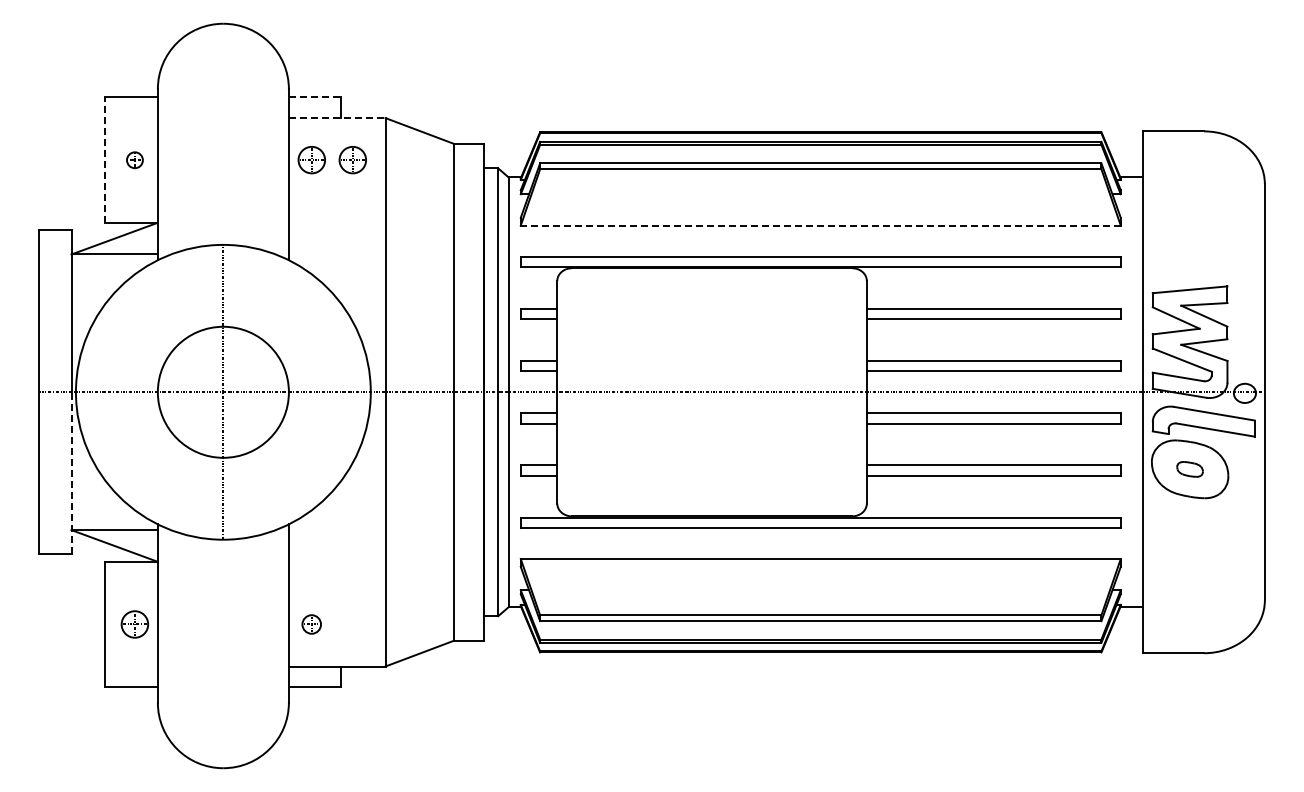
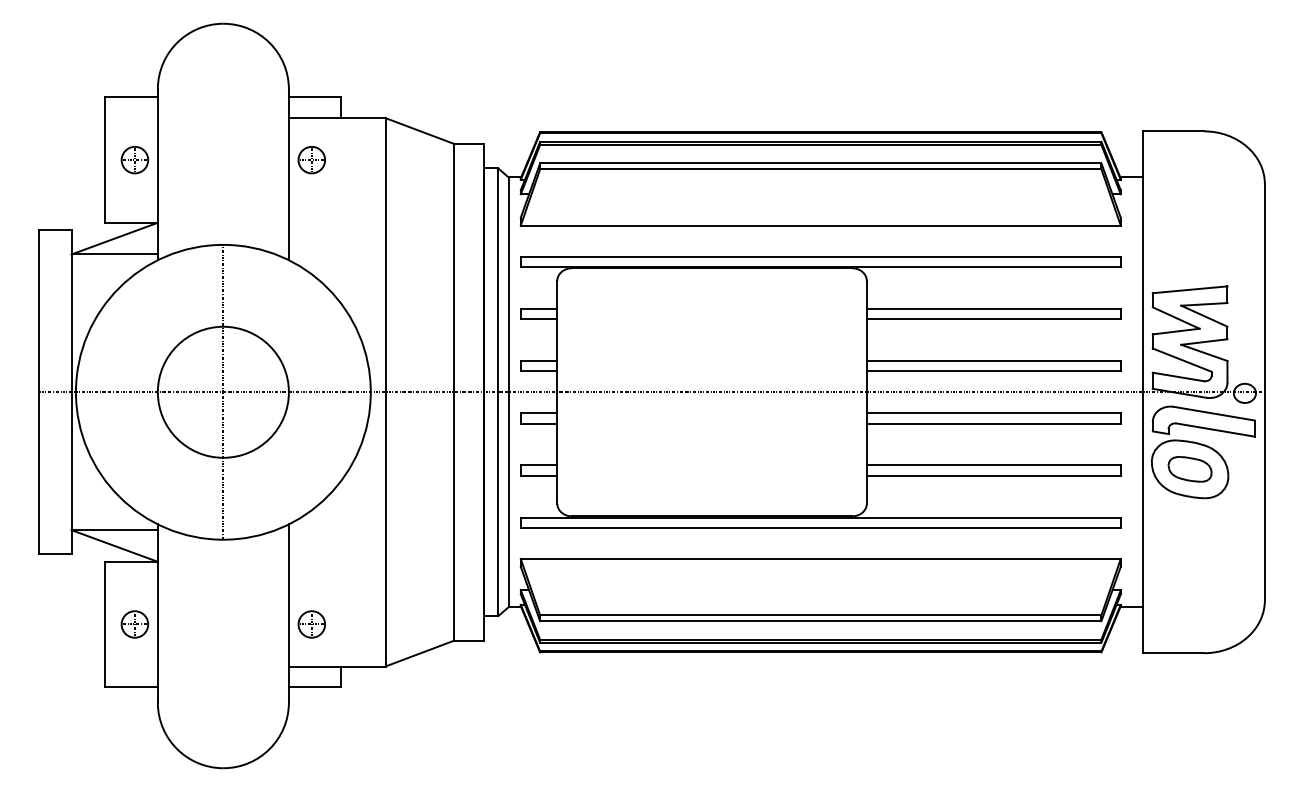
line at (315, 97): dashed -> solid
line at (337, 118): dashed -> solid
line at (105, 160): dashed -> solid
part at (134, 160) size: 18x19 px -> 30x29 px
part at (352, 160): present -> none
line at (820, 225): dashed -> solid
part at (1189, 469) size: 28x17 px -> 46x27 px
line at (71, 472): dashed -> solid
part at (311, 624) size: 21x21 px -> 29x29 px
